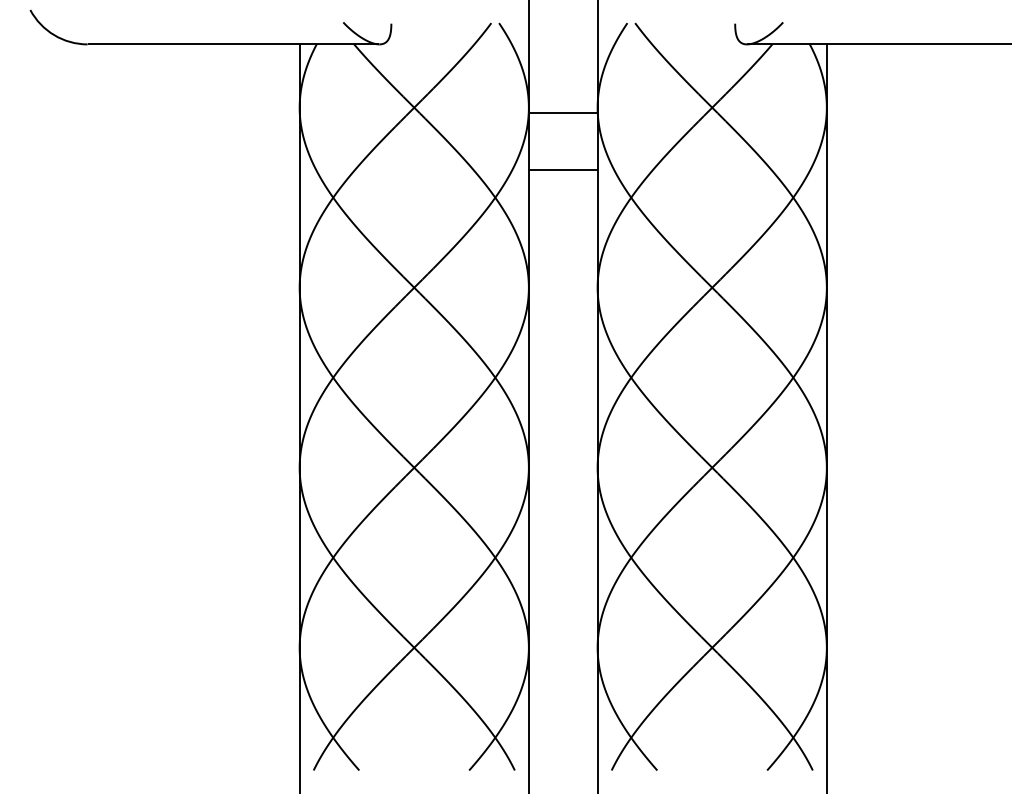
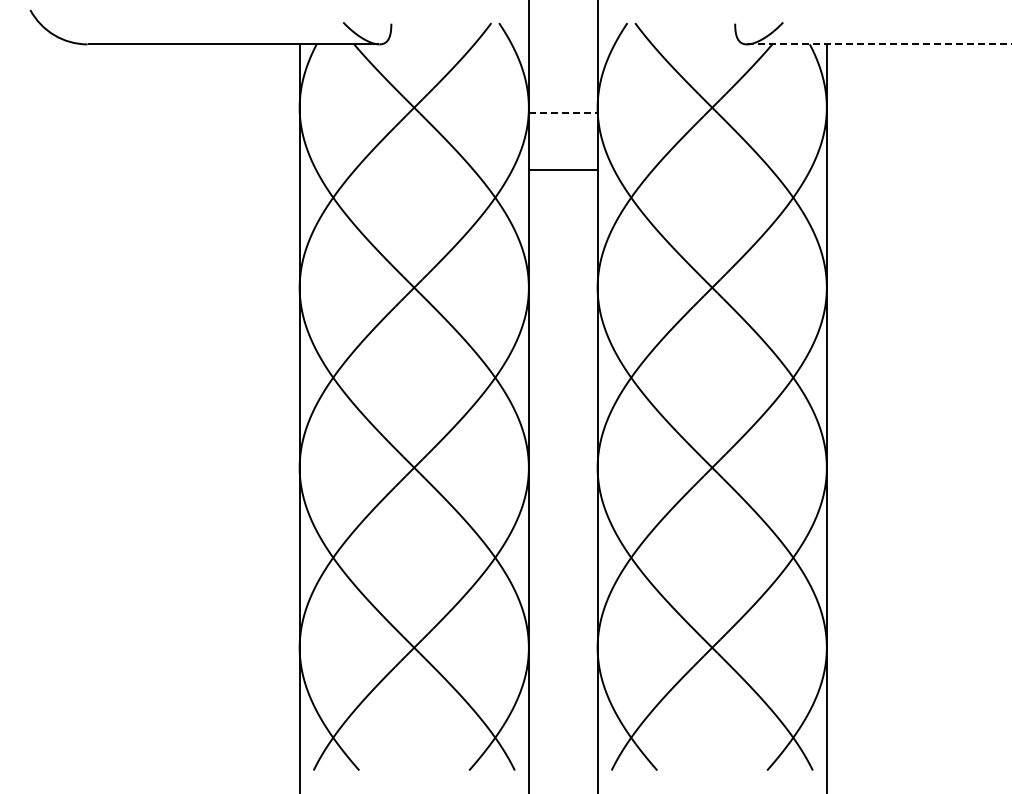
line at (879, 44): solid -> dashed
line at (563, 113): solid -> dashed
